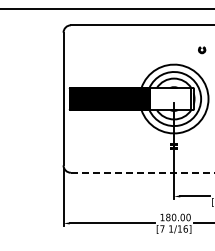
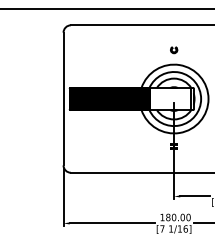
part at (202, 50) position: (202, 50) -> (174, 50)
line at (142, 172): dashed -> solid
